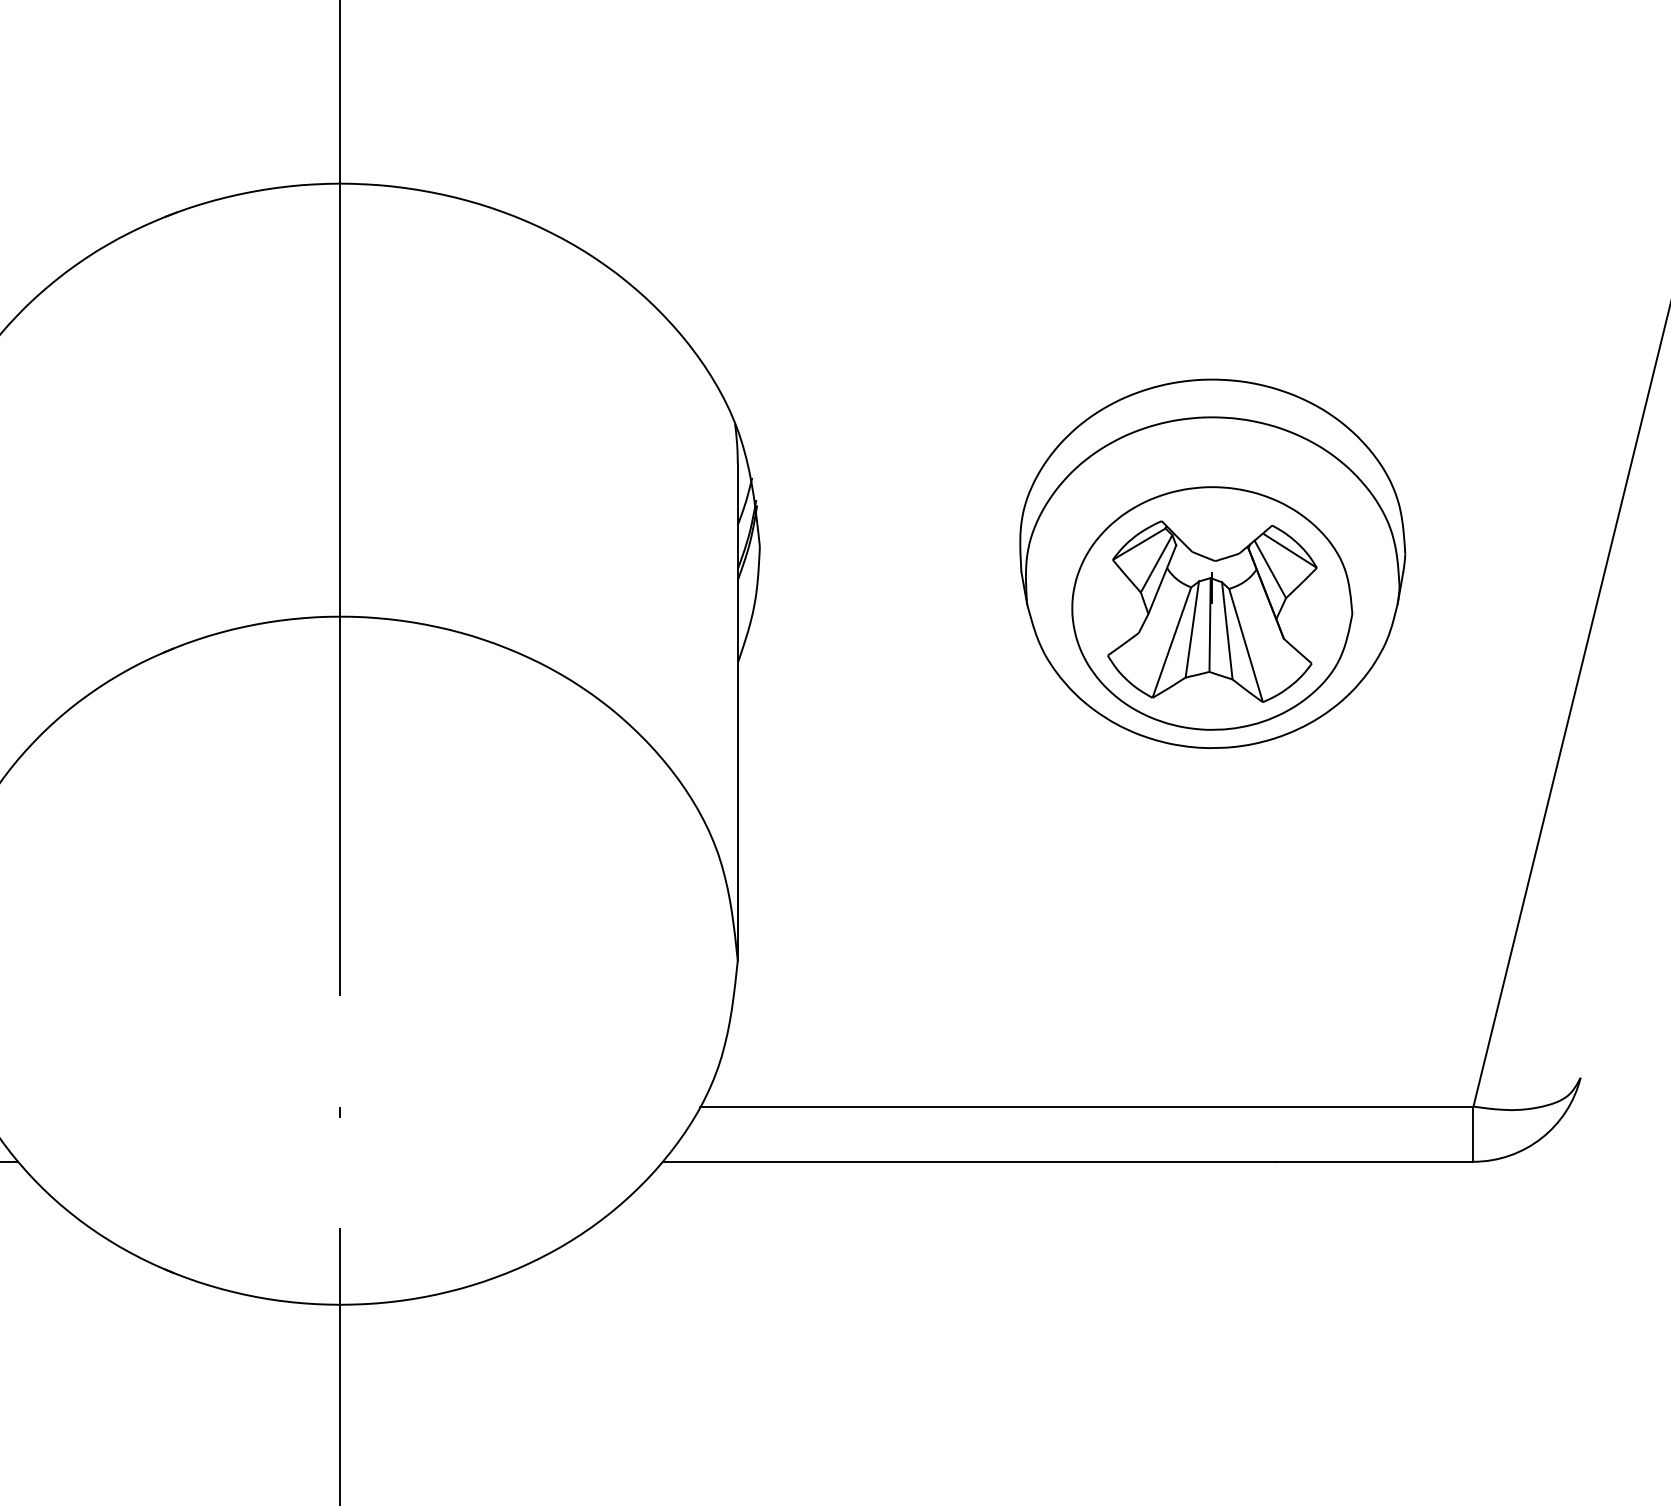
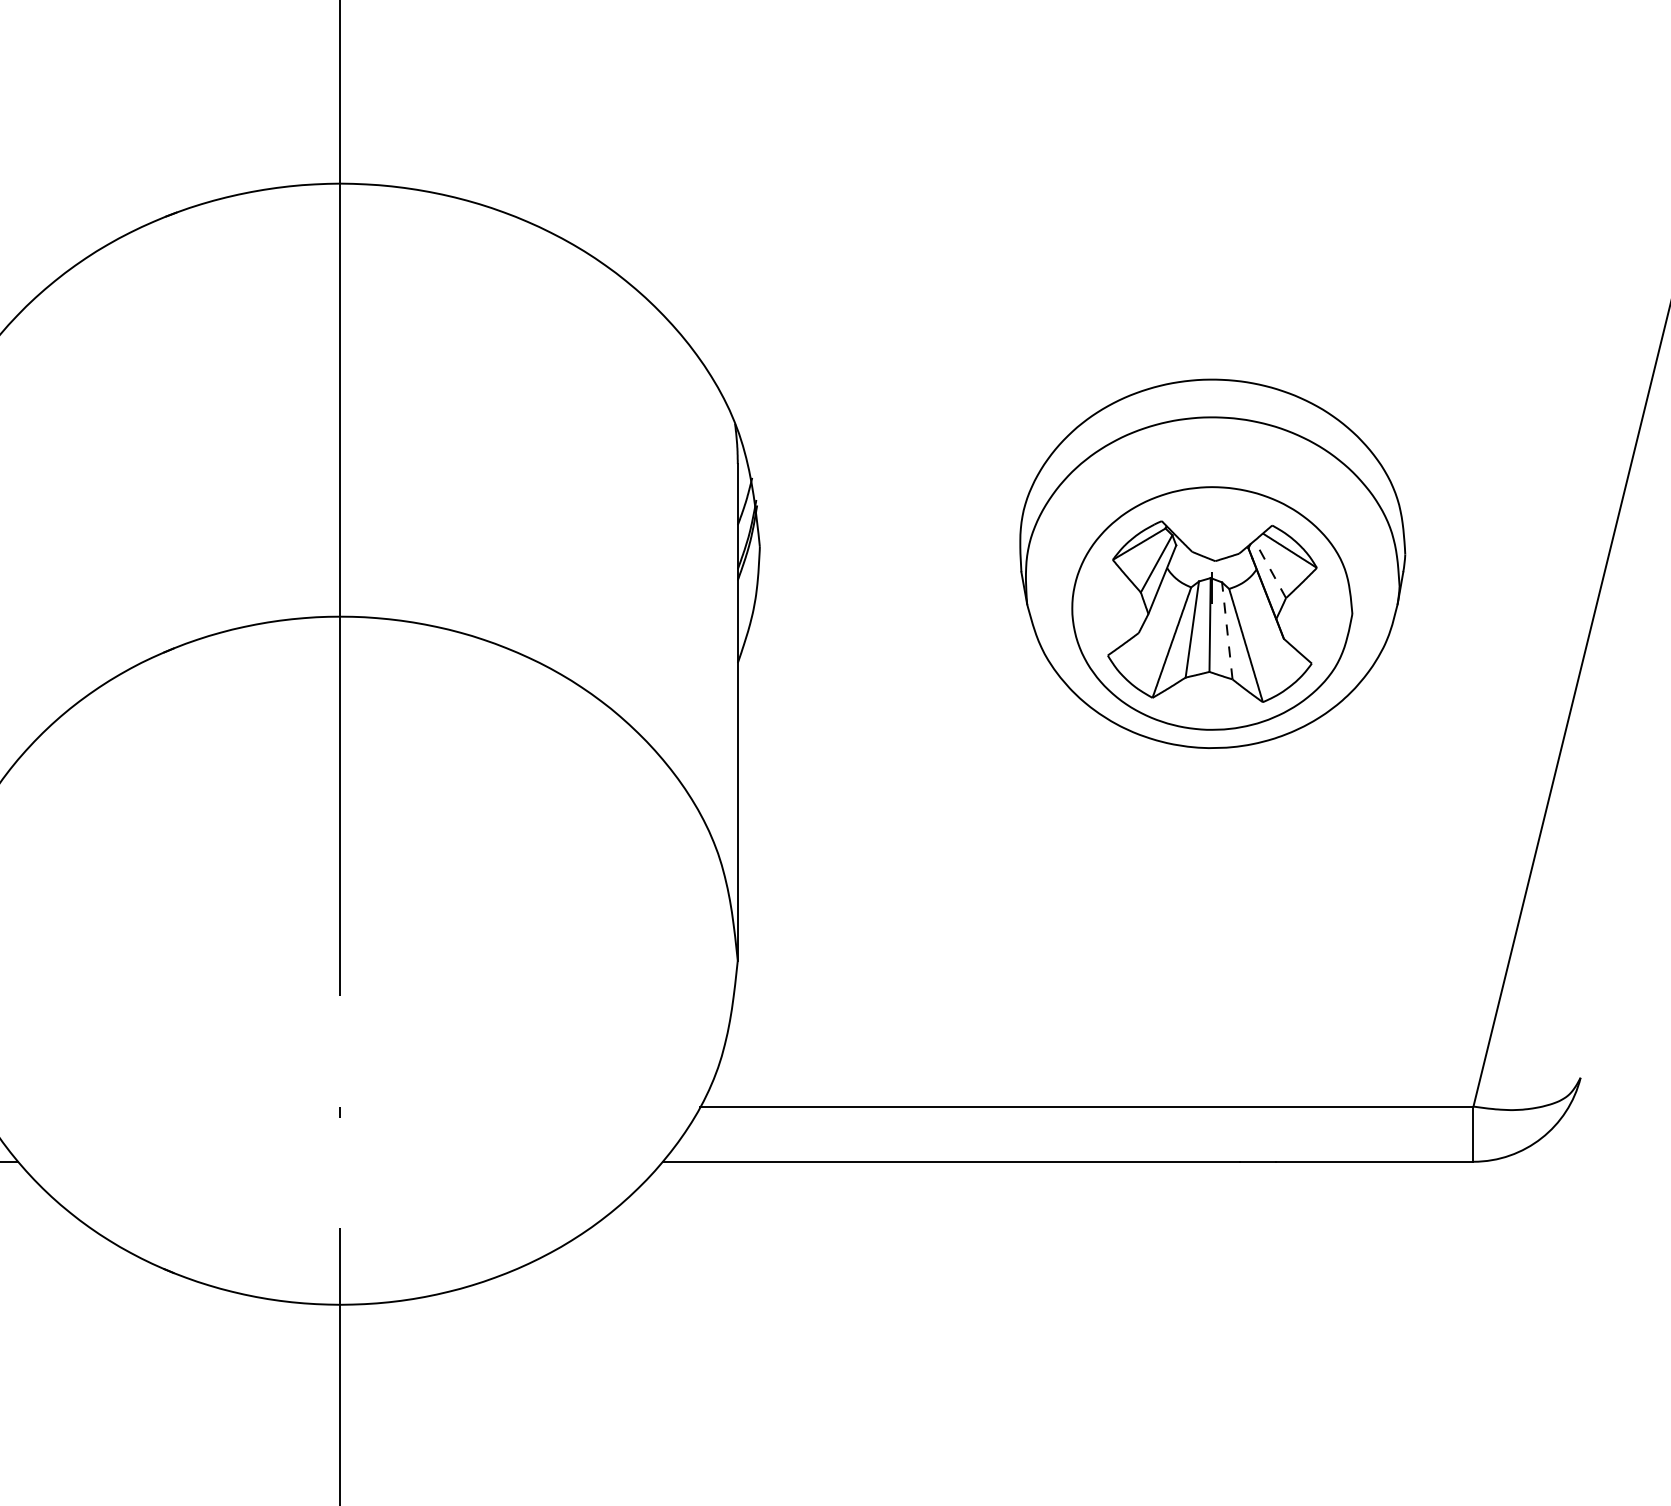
line at (1270, 569): solid -> dashed
line at (1227, 630): solid -> dashed
